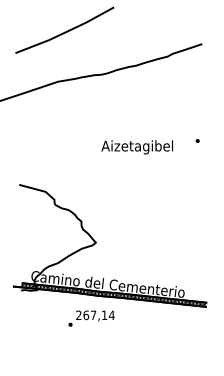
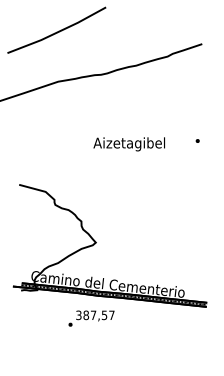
line at (64, 31) position: (64, 31) -> (56, 31)
text at (136, 147) position: (136, 147) -> (128, 144)
text at (95, 315): 267,14 -> 387,57
